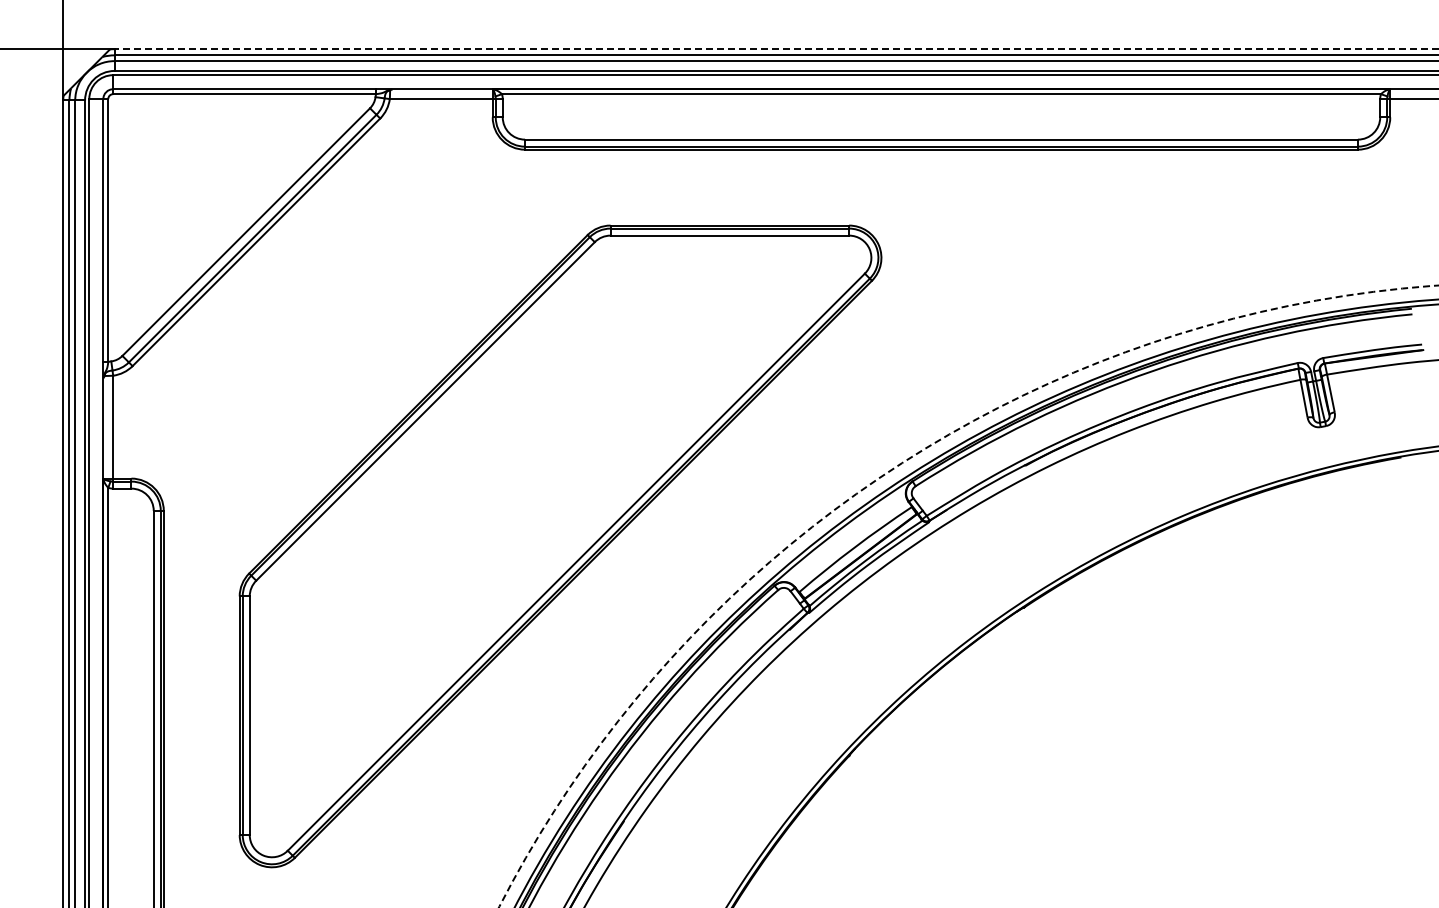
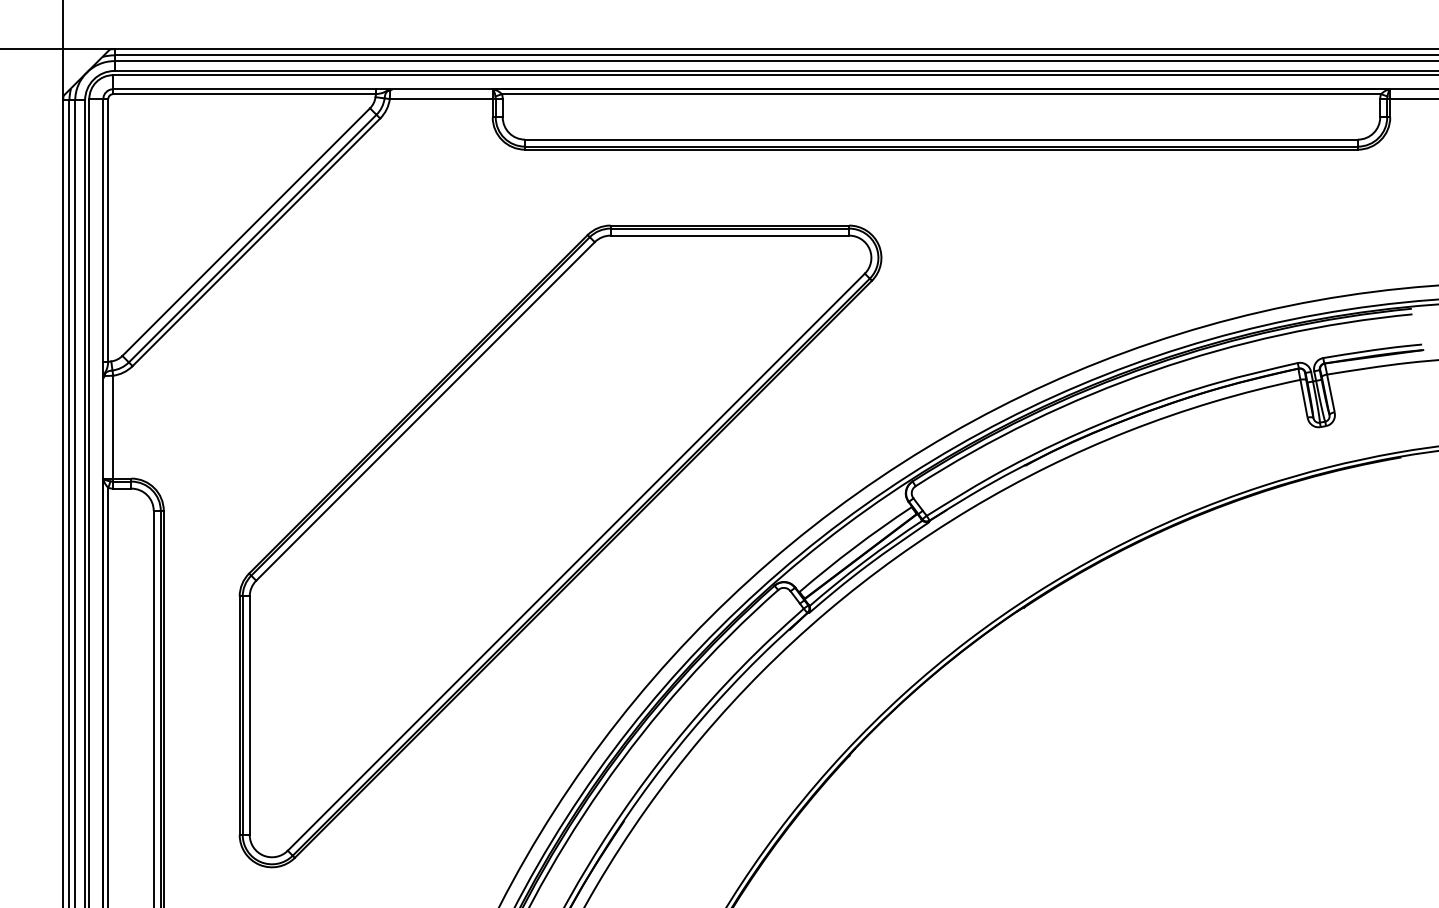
line at (776, 49): dashed -> solid
circle at (968, 596): dashed -> solid
